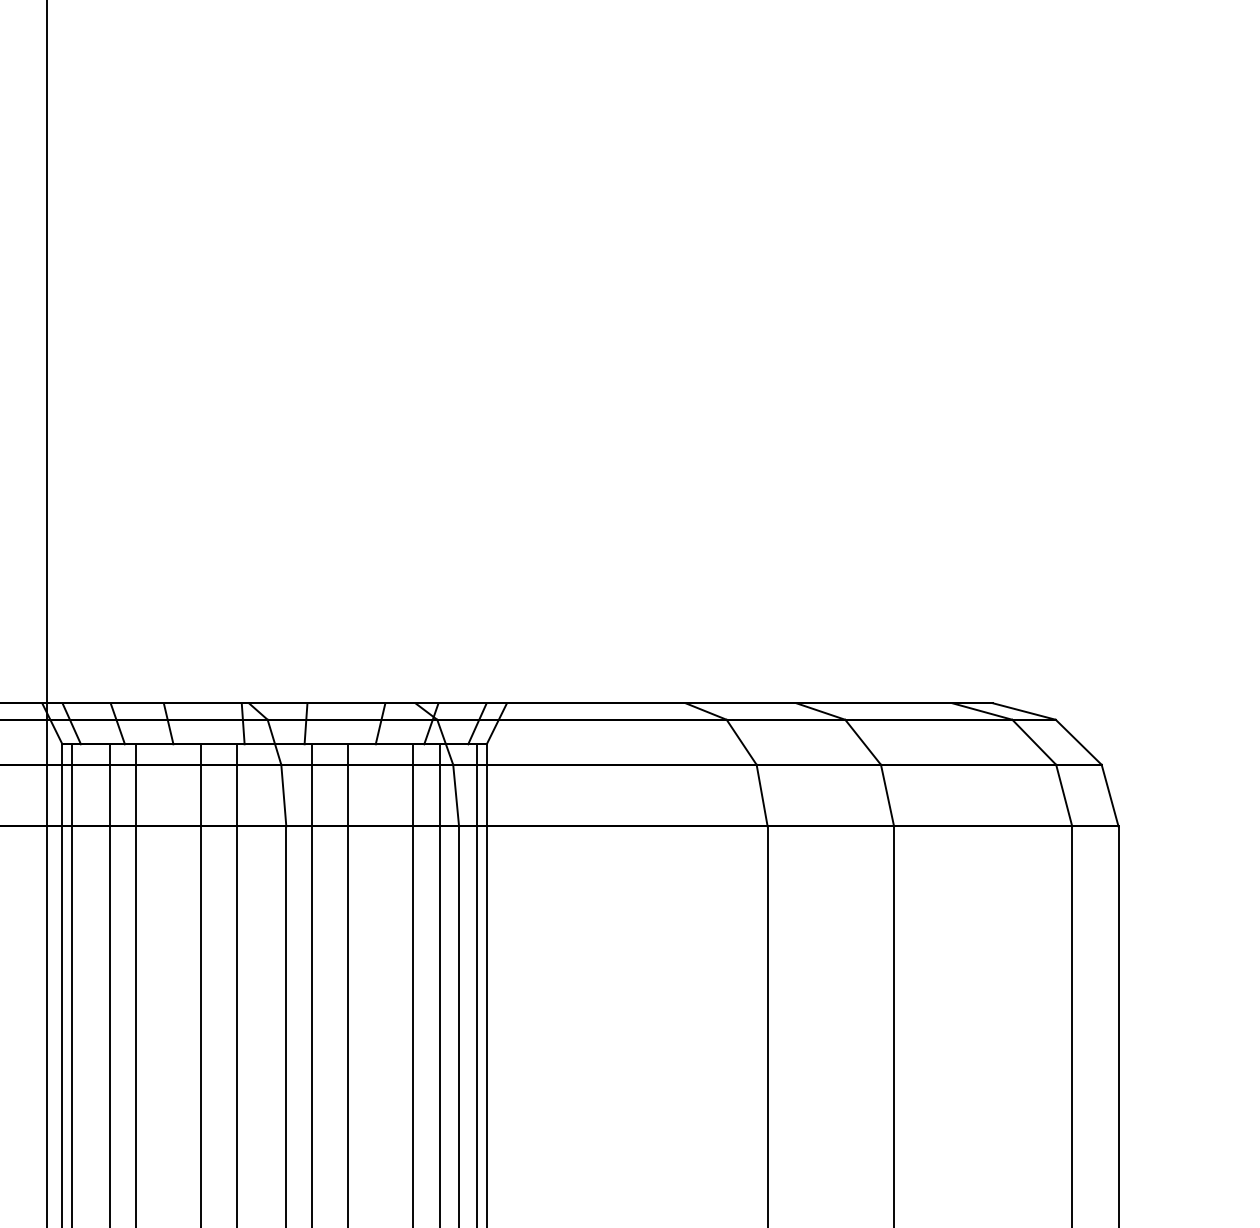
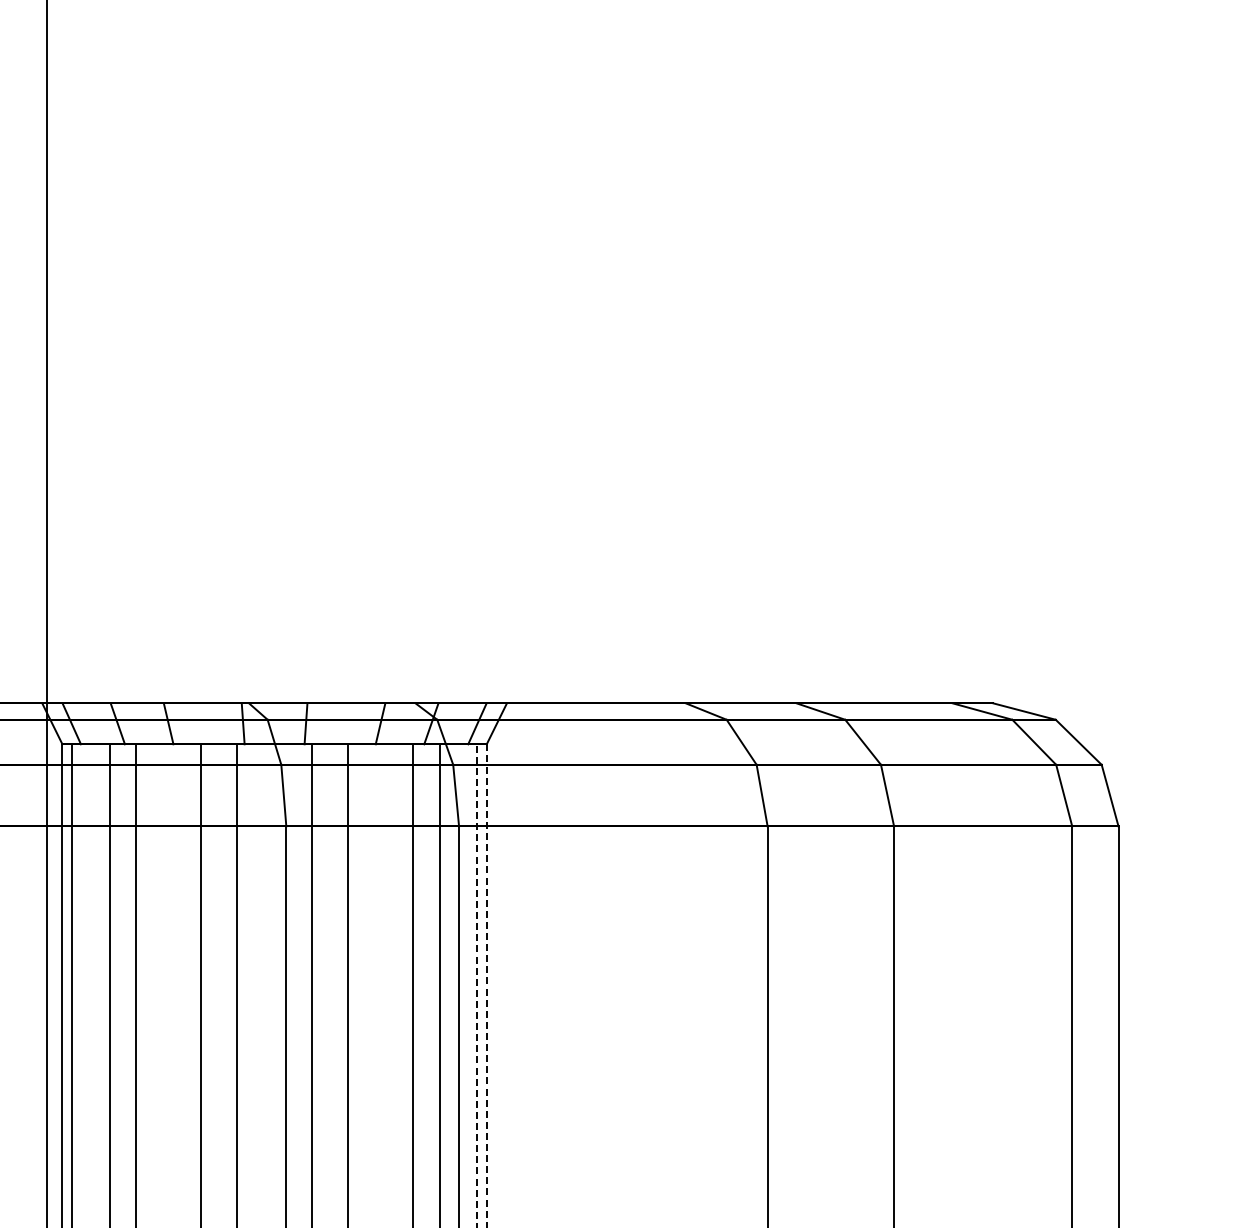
line at (477, 986): solid -> dashed
line at (486, 986): solid -> dashed
